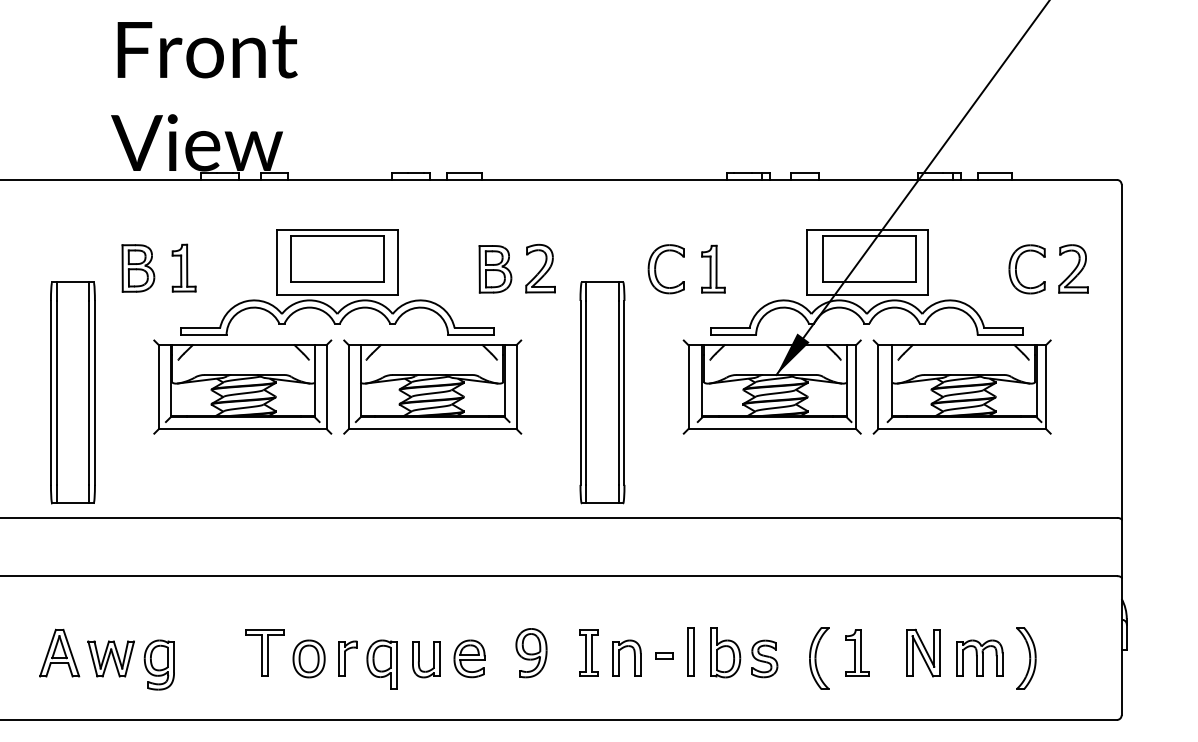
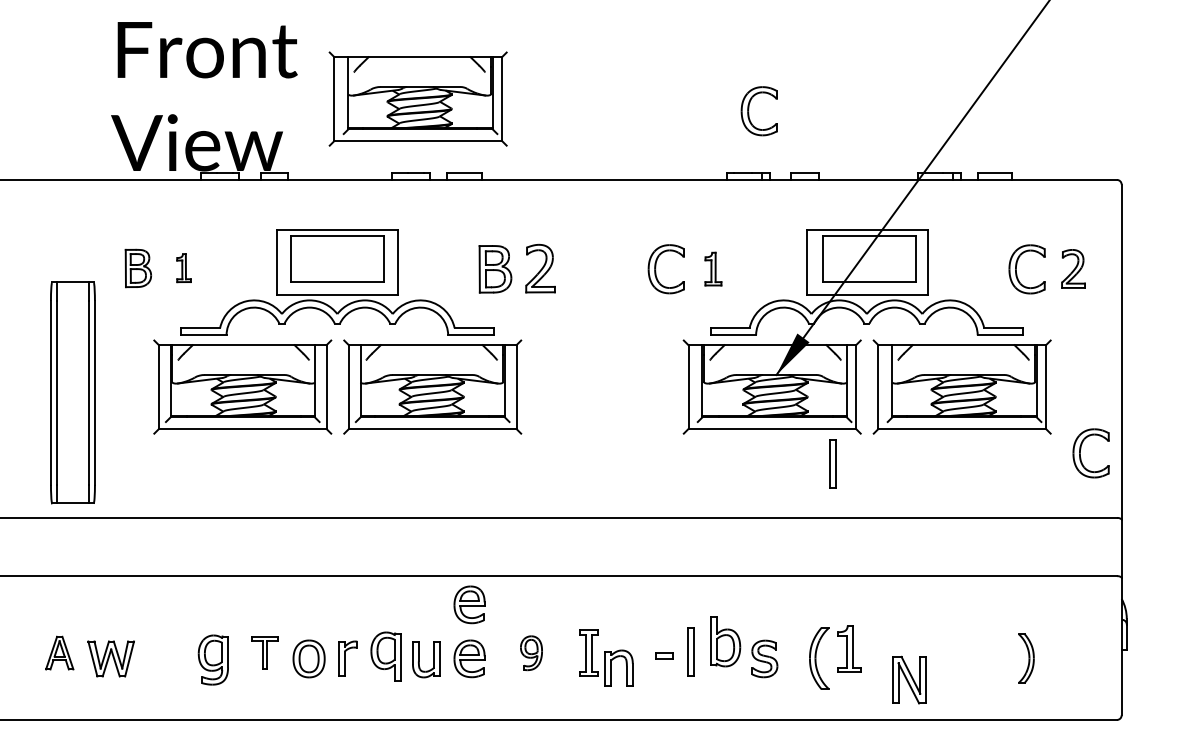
part at (417, 98): none -> present
part at (749, 112): none -> present
part at (183, 267) size: 26x50 px -> 16x31 px
part at (138, 268) size: 35x49 px -> 28x41 px
part at (713, 268) size: 25x50 px -> 19x36 px
part at (1073, 268) size: 31x50 px -> 25x40 px
part at (602, 392): present -> none
part at (1081, 449): none -> present
part at (832, 463): none -> present
part at (469, 604): none -> present
part at (59, 652) size: 42x50 px -> 30x36 px
part at (264, 652) size: 40x48 px -> 28x34 px
part at (725, 652) position: (725, 652) -> (725, 641)
part at (857, 652) position: (857, 652) -> (849, 648)
part at (923, 652) position: (923, 652) -> (909, 679)
part at (531, 653) size: 33x51 px -> 23x37 px
part at (619, 657) position: (619, 657) -> (611, 667)
part at (979, 657): present -> none
part at (1026, 658) size: 21x63 px -> 17x51 px
part at (158, 664) position: (158, 664) -> (212, 659)
part at (381, 664) position: (381, 664) -> (385, 656)
